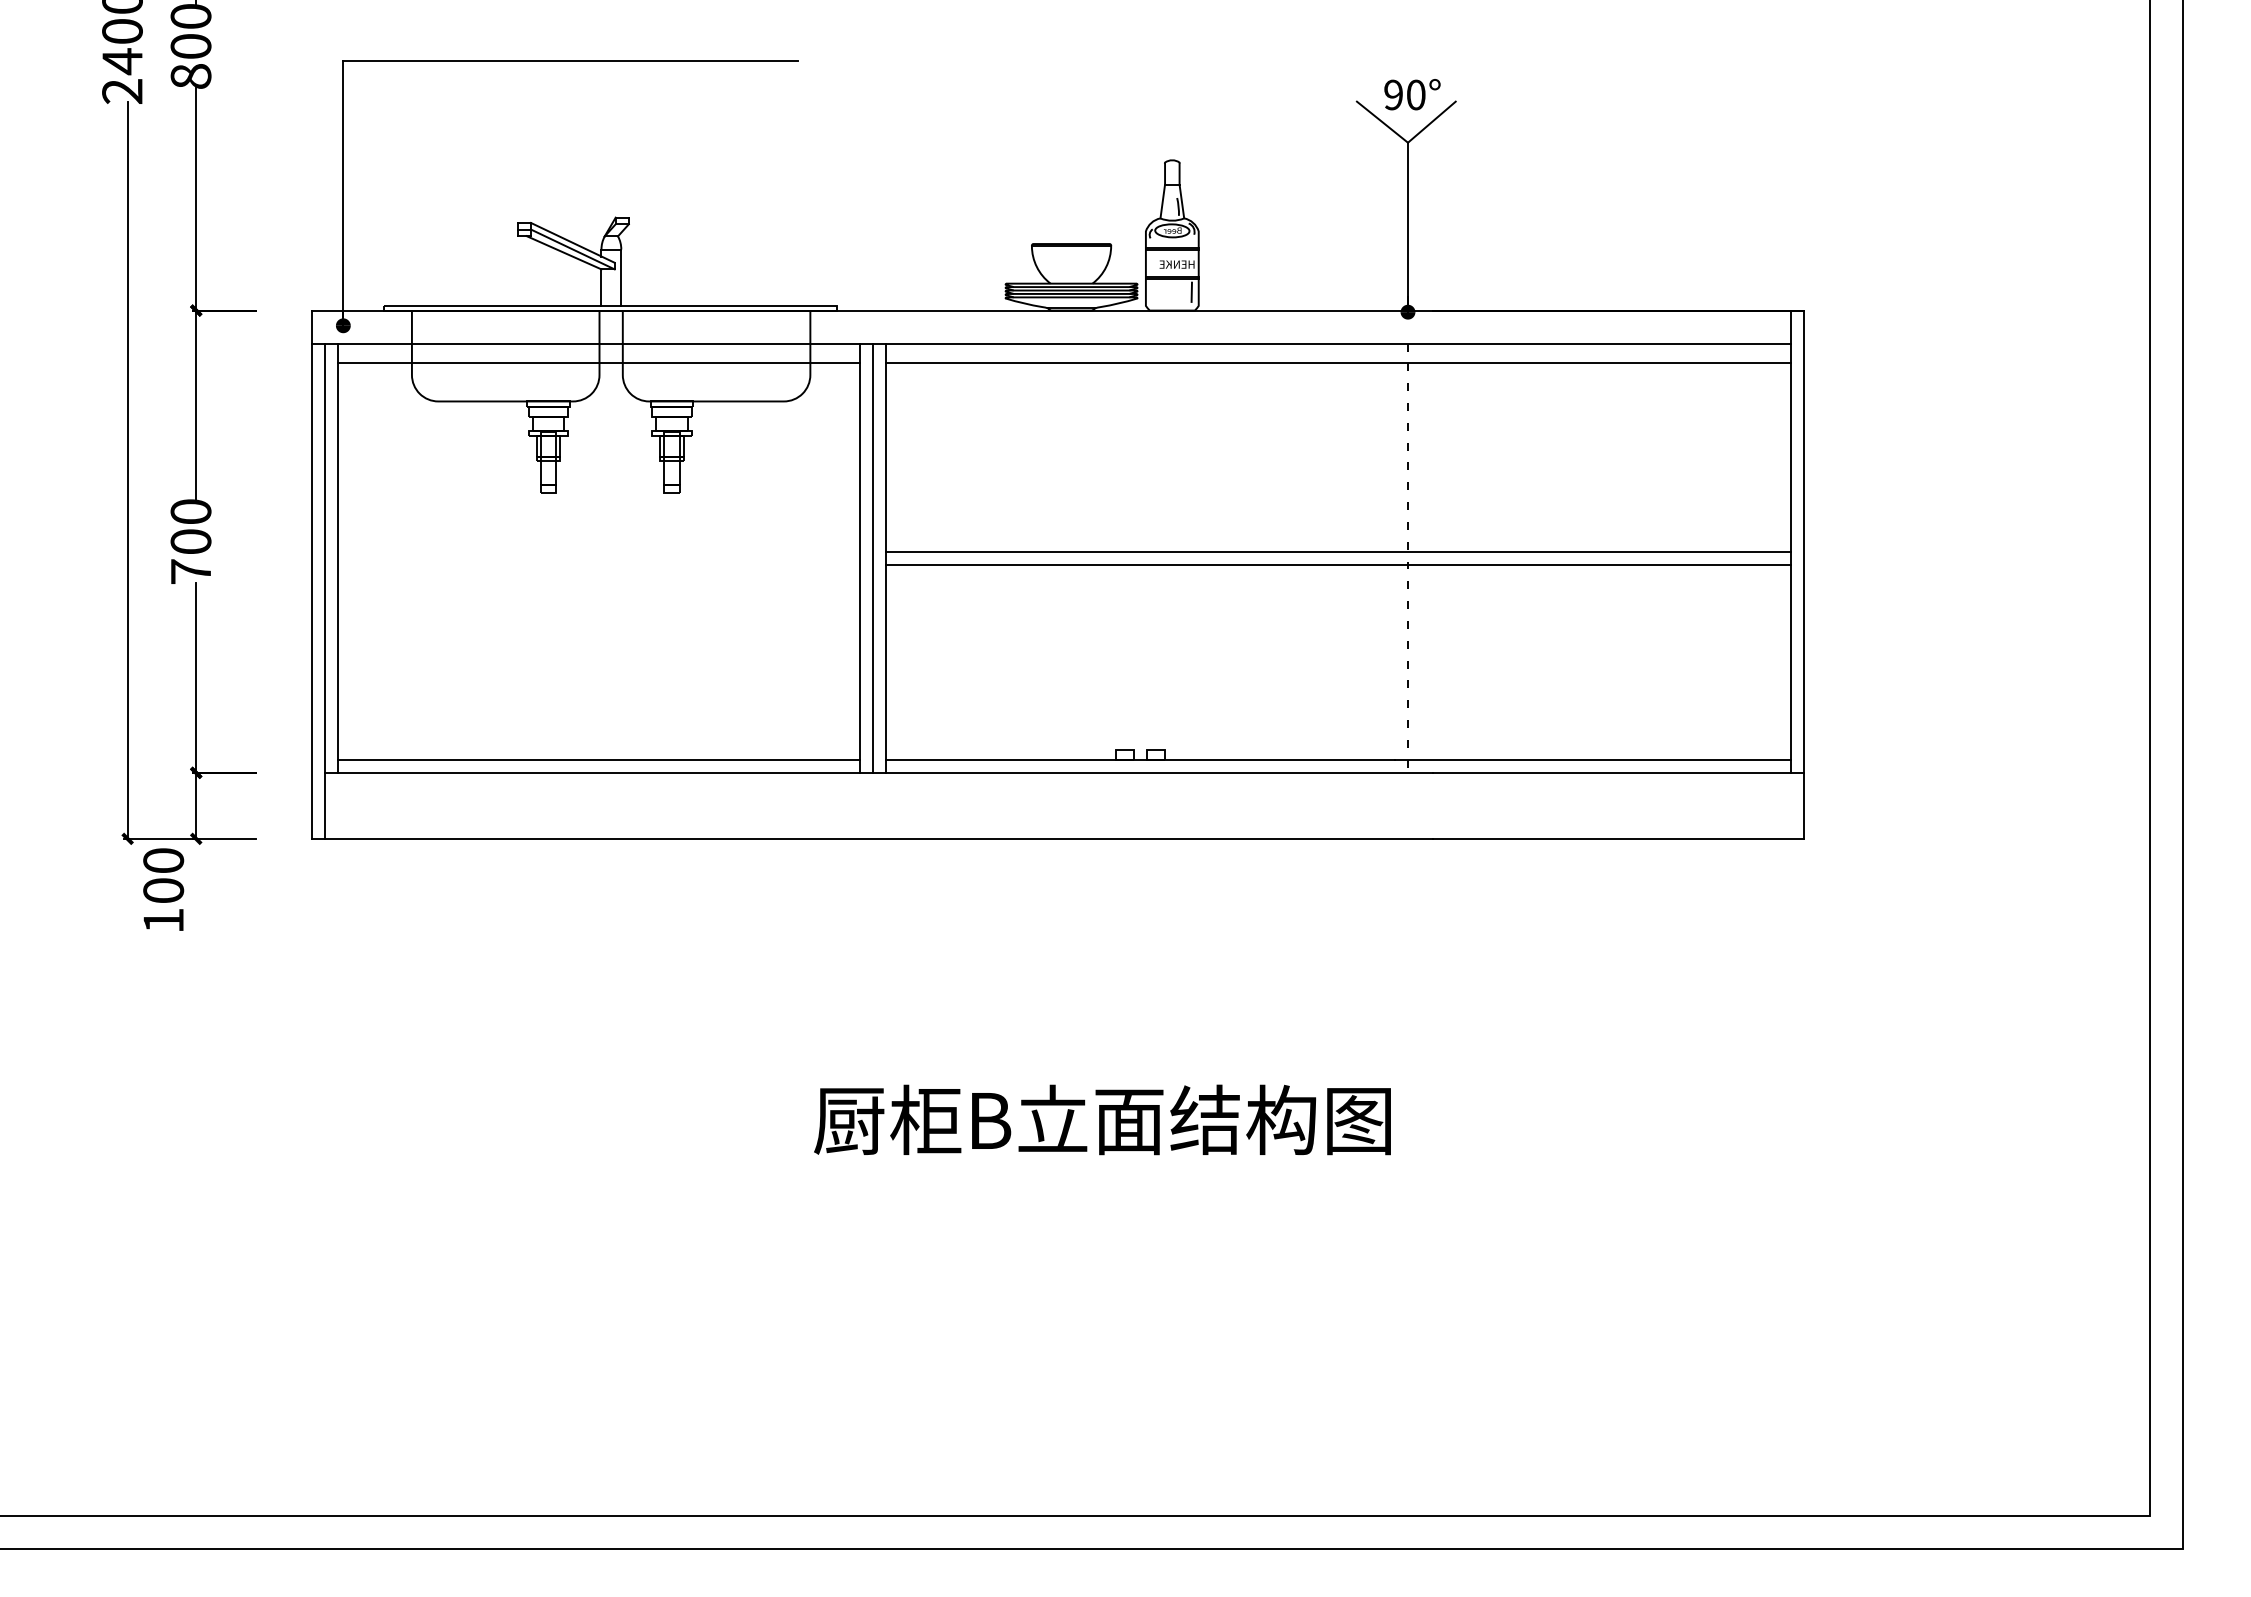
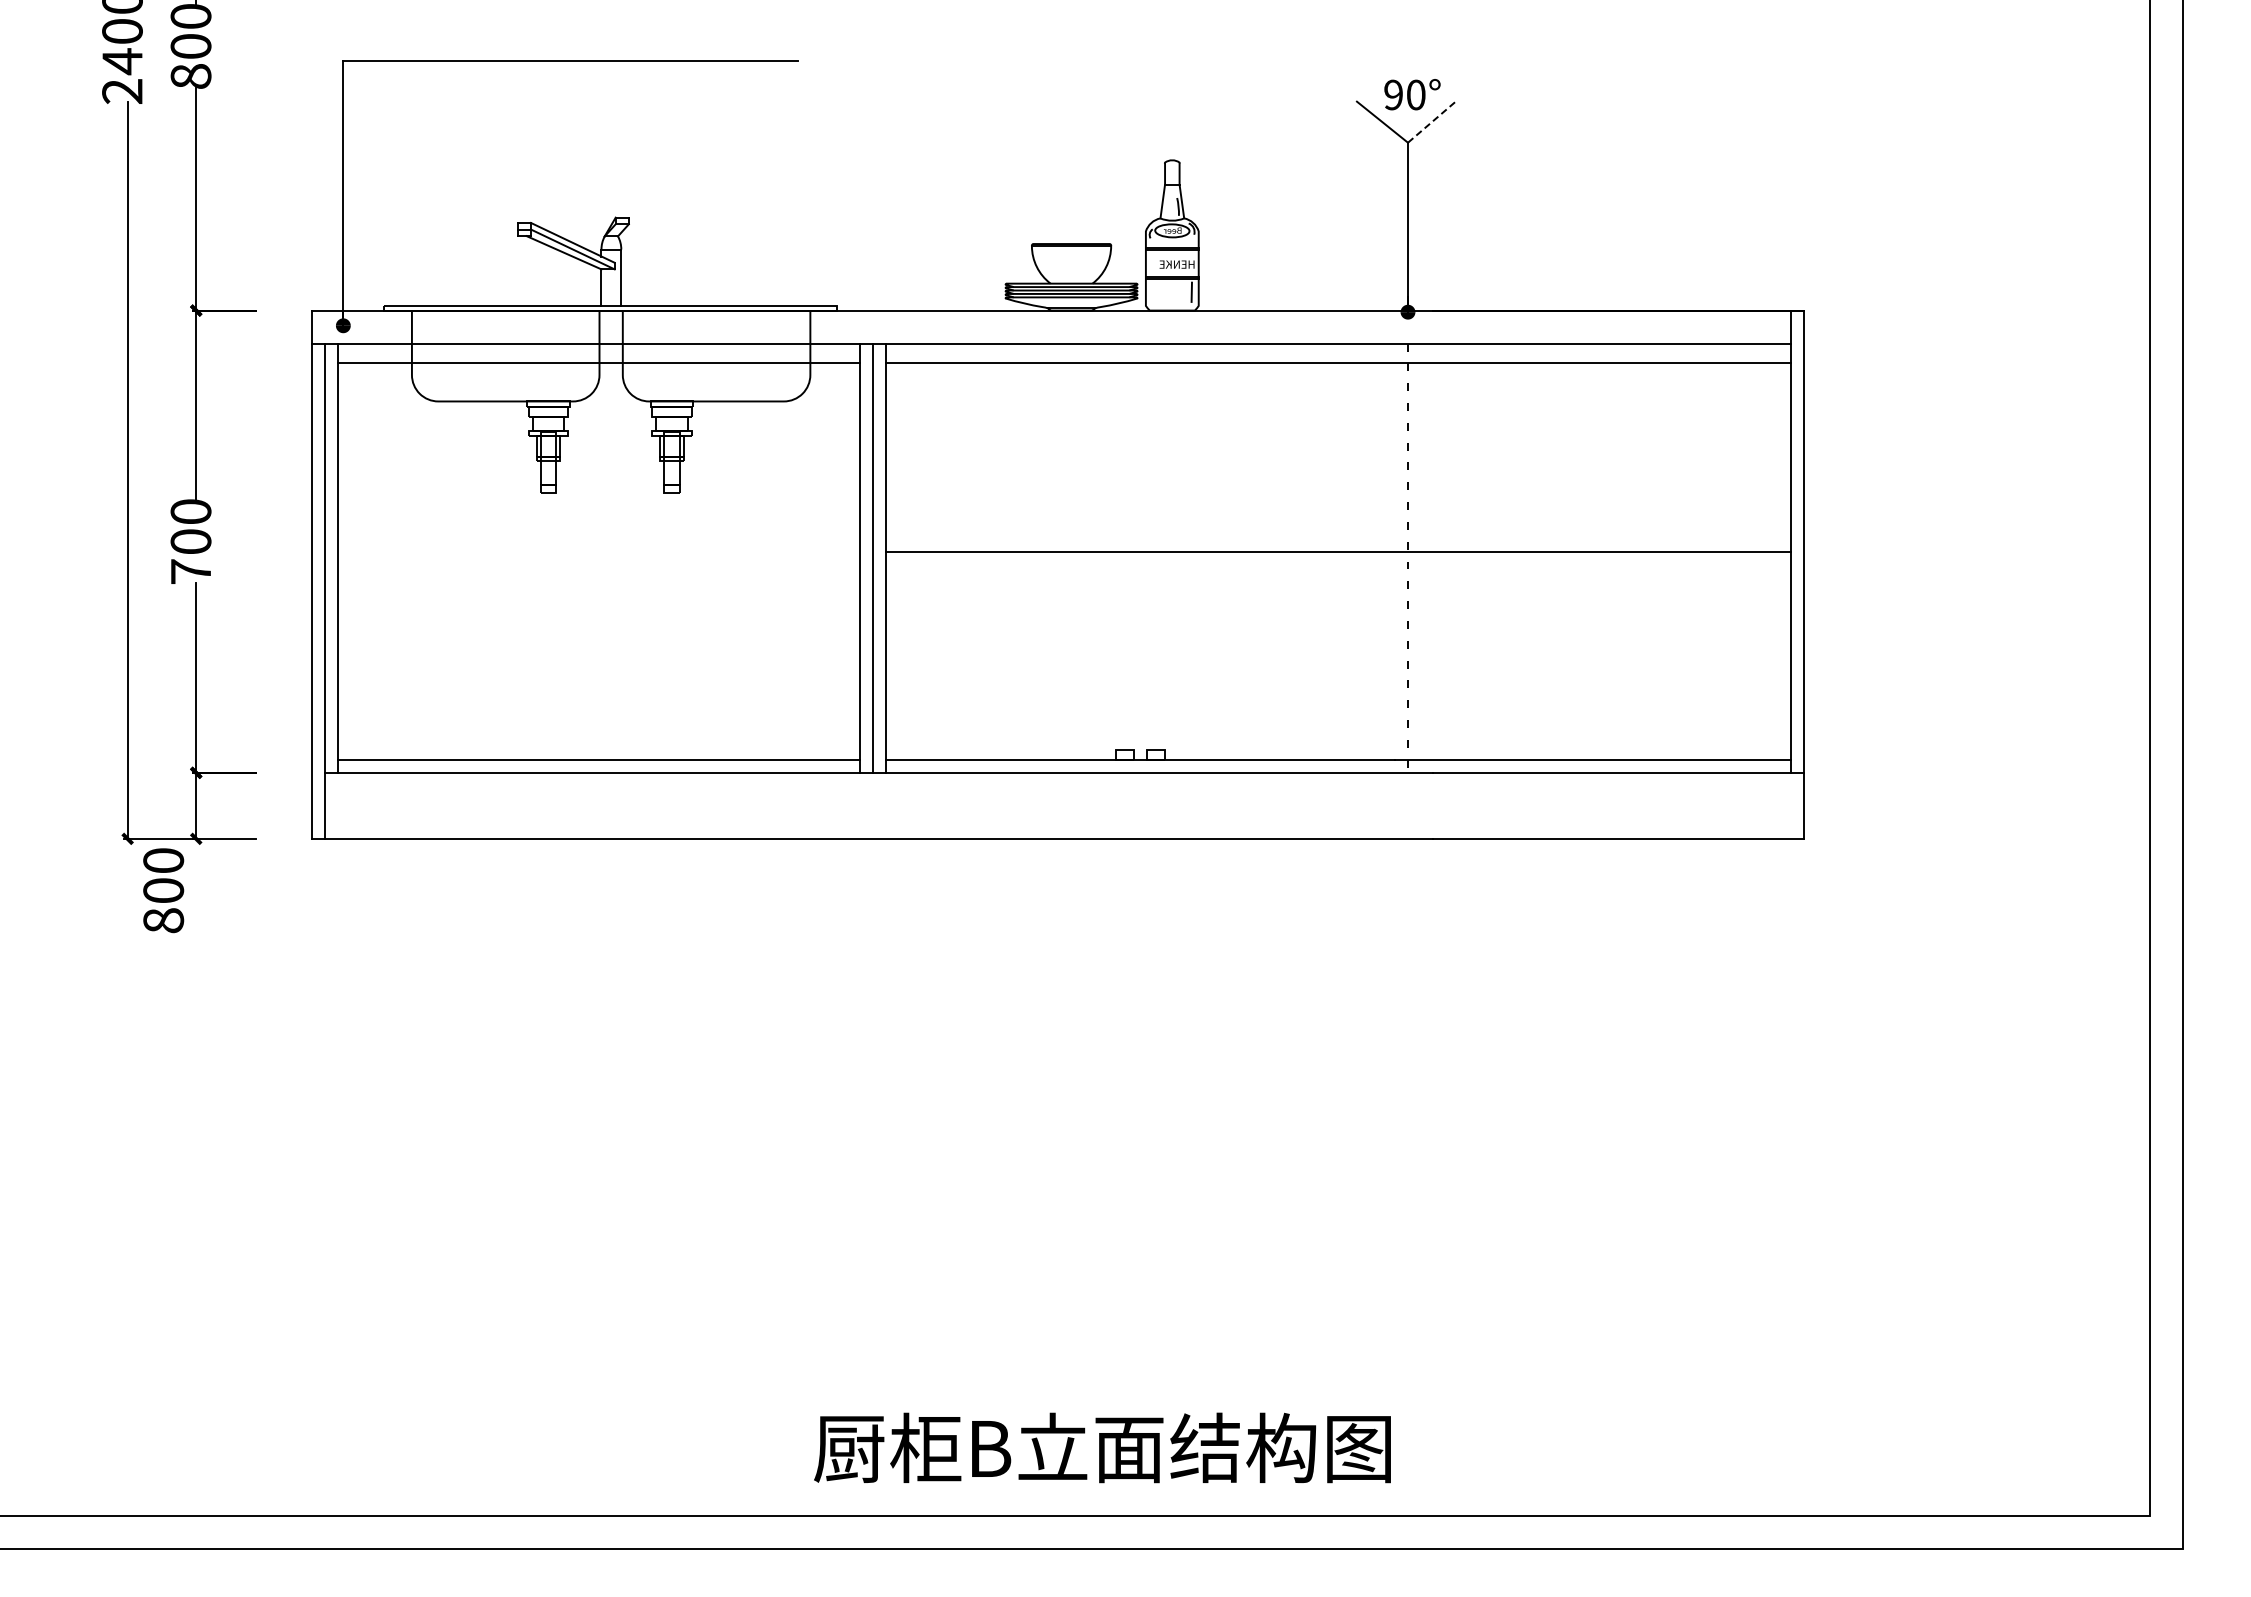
line at (1432, 121): solid -> dashed
line at (1338, 564): present -> none
text at (163, 920): 100 -> 800
text at (1102, 1119) position: (1102, 1119) -> (1102, 1447)
